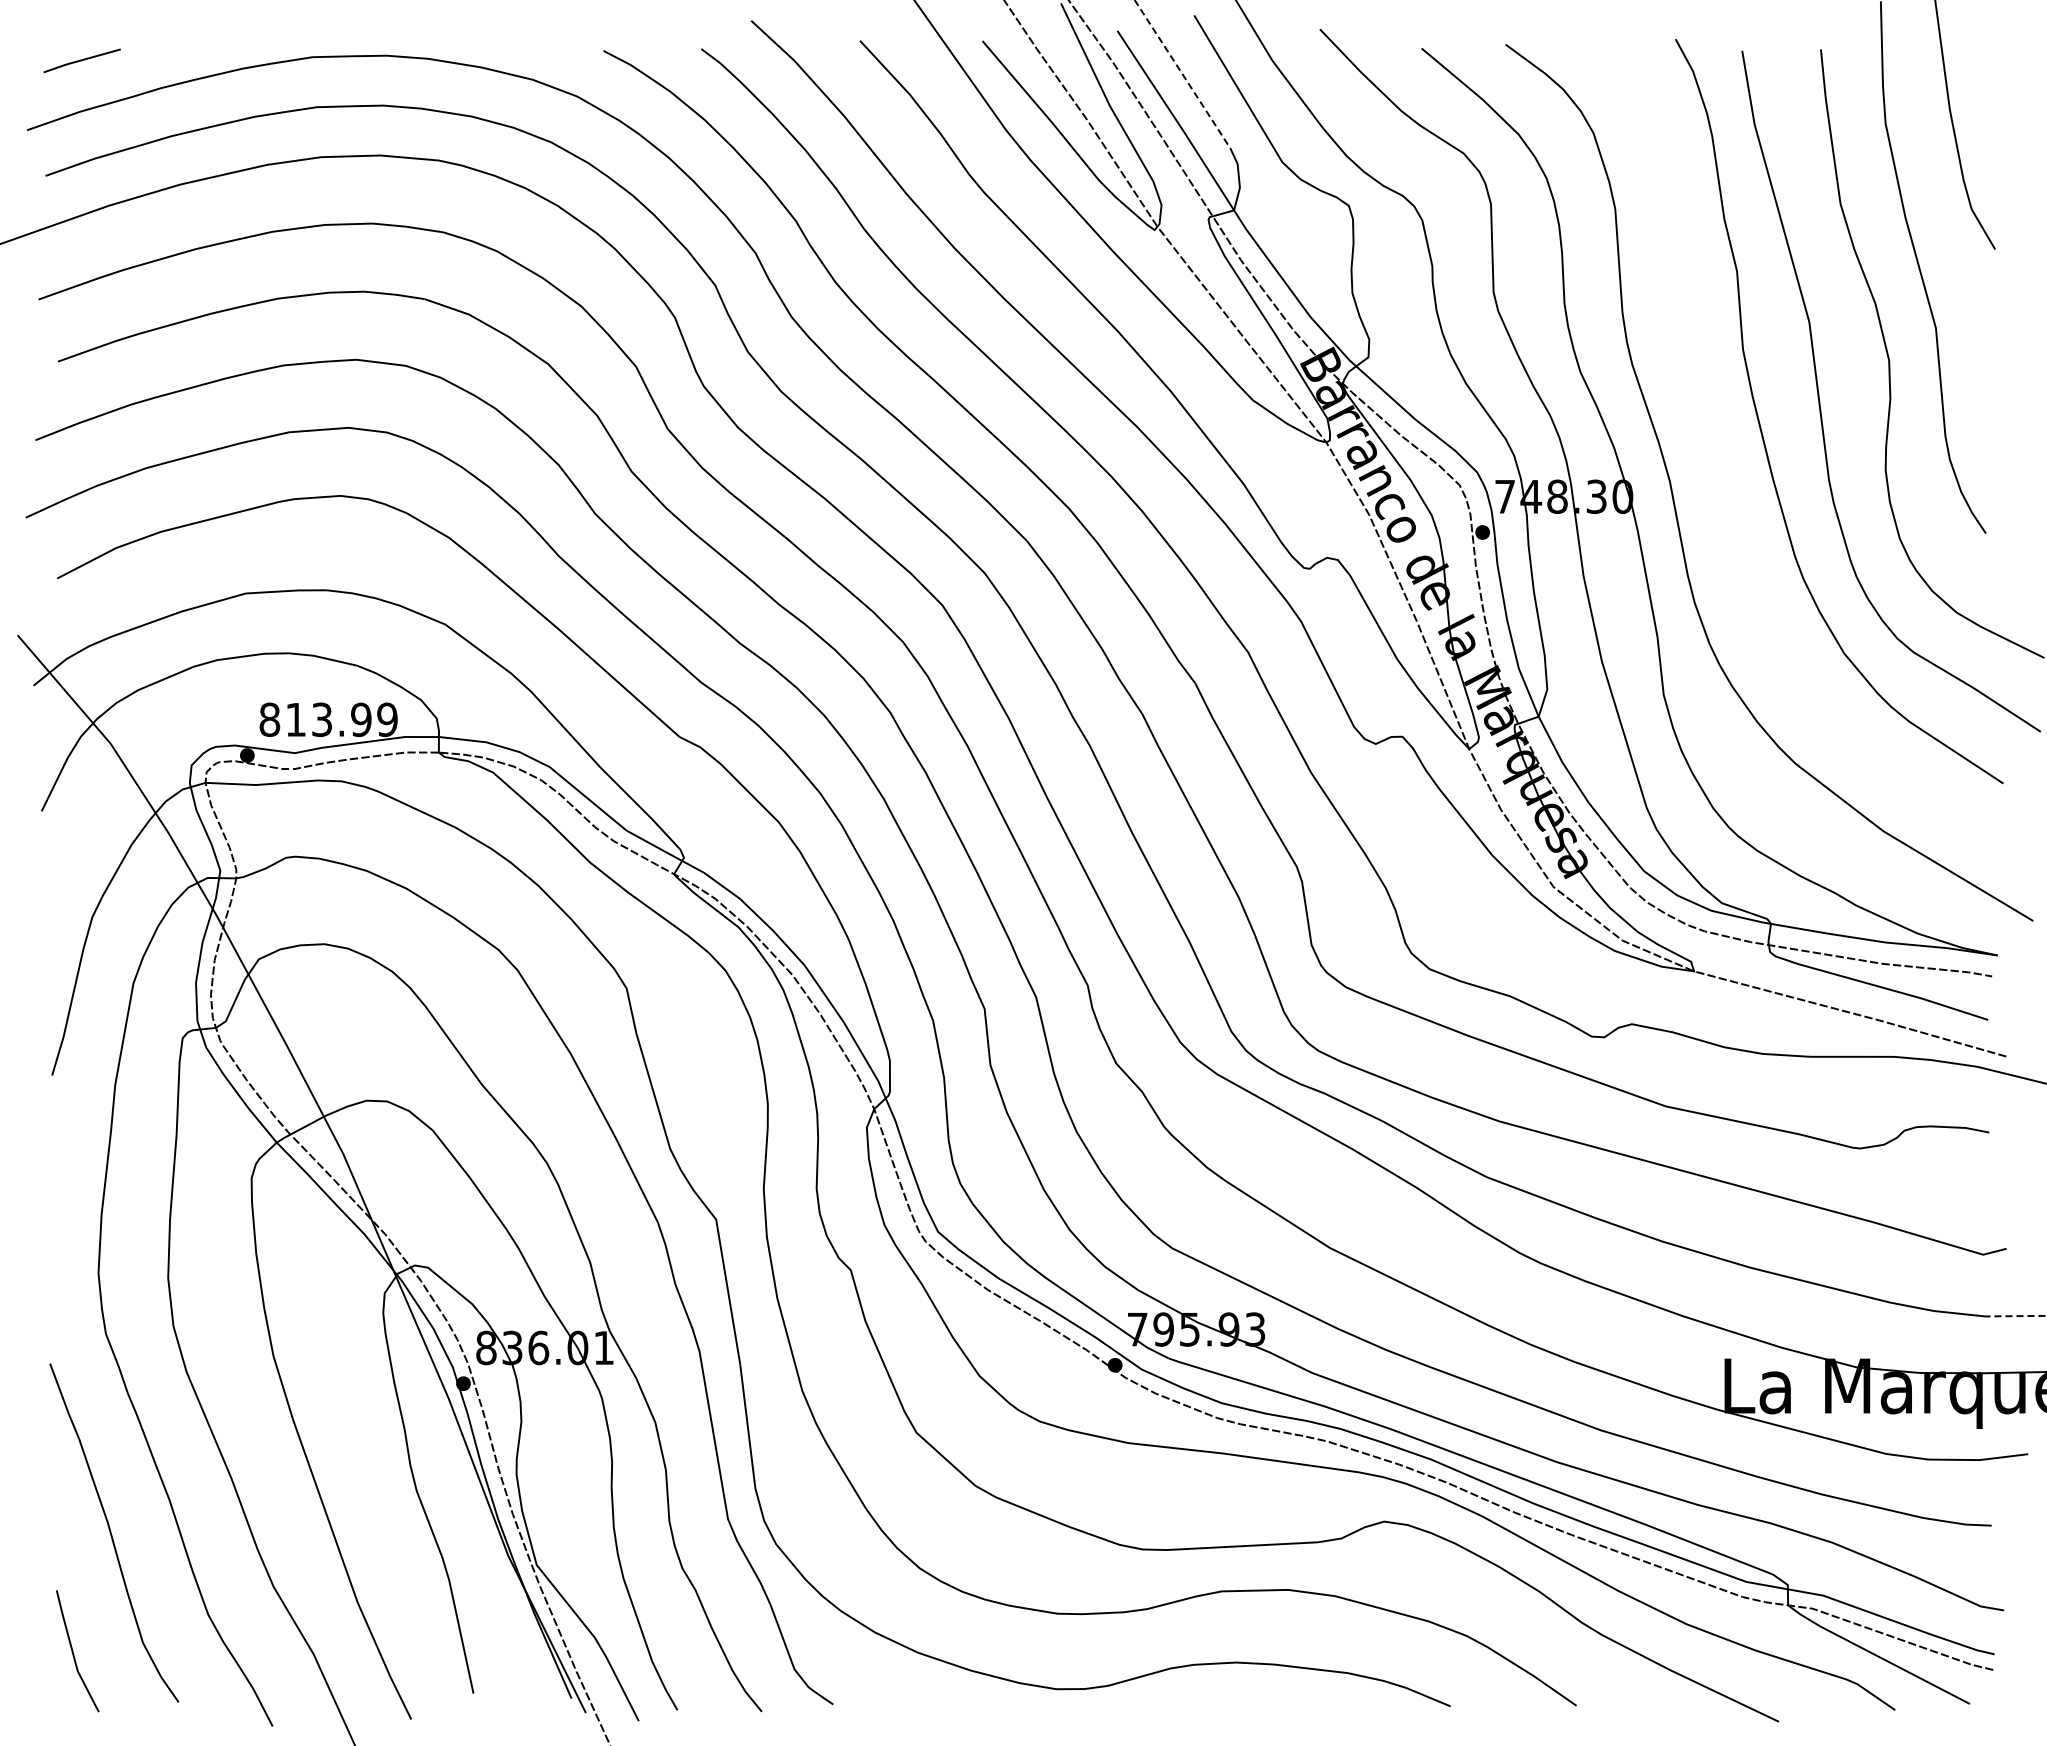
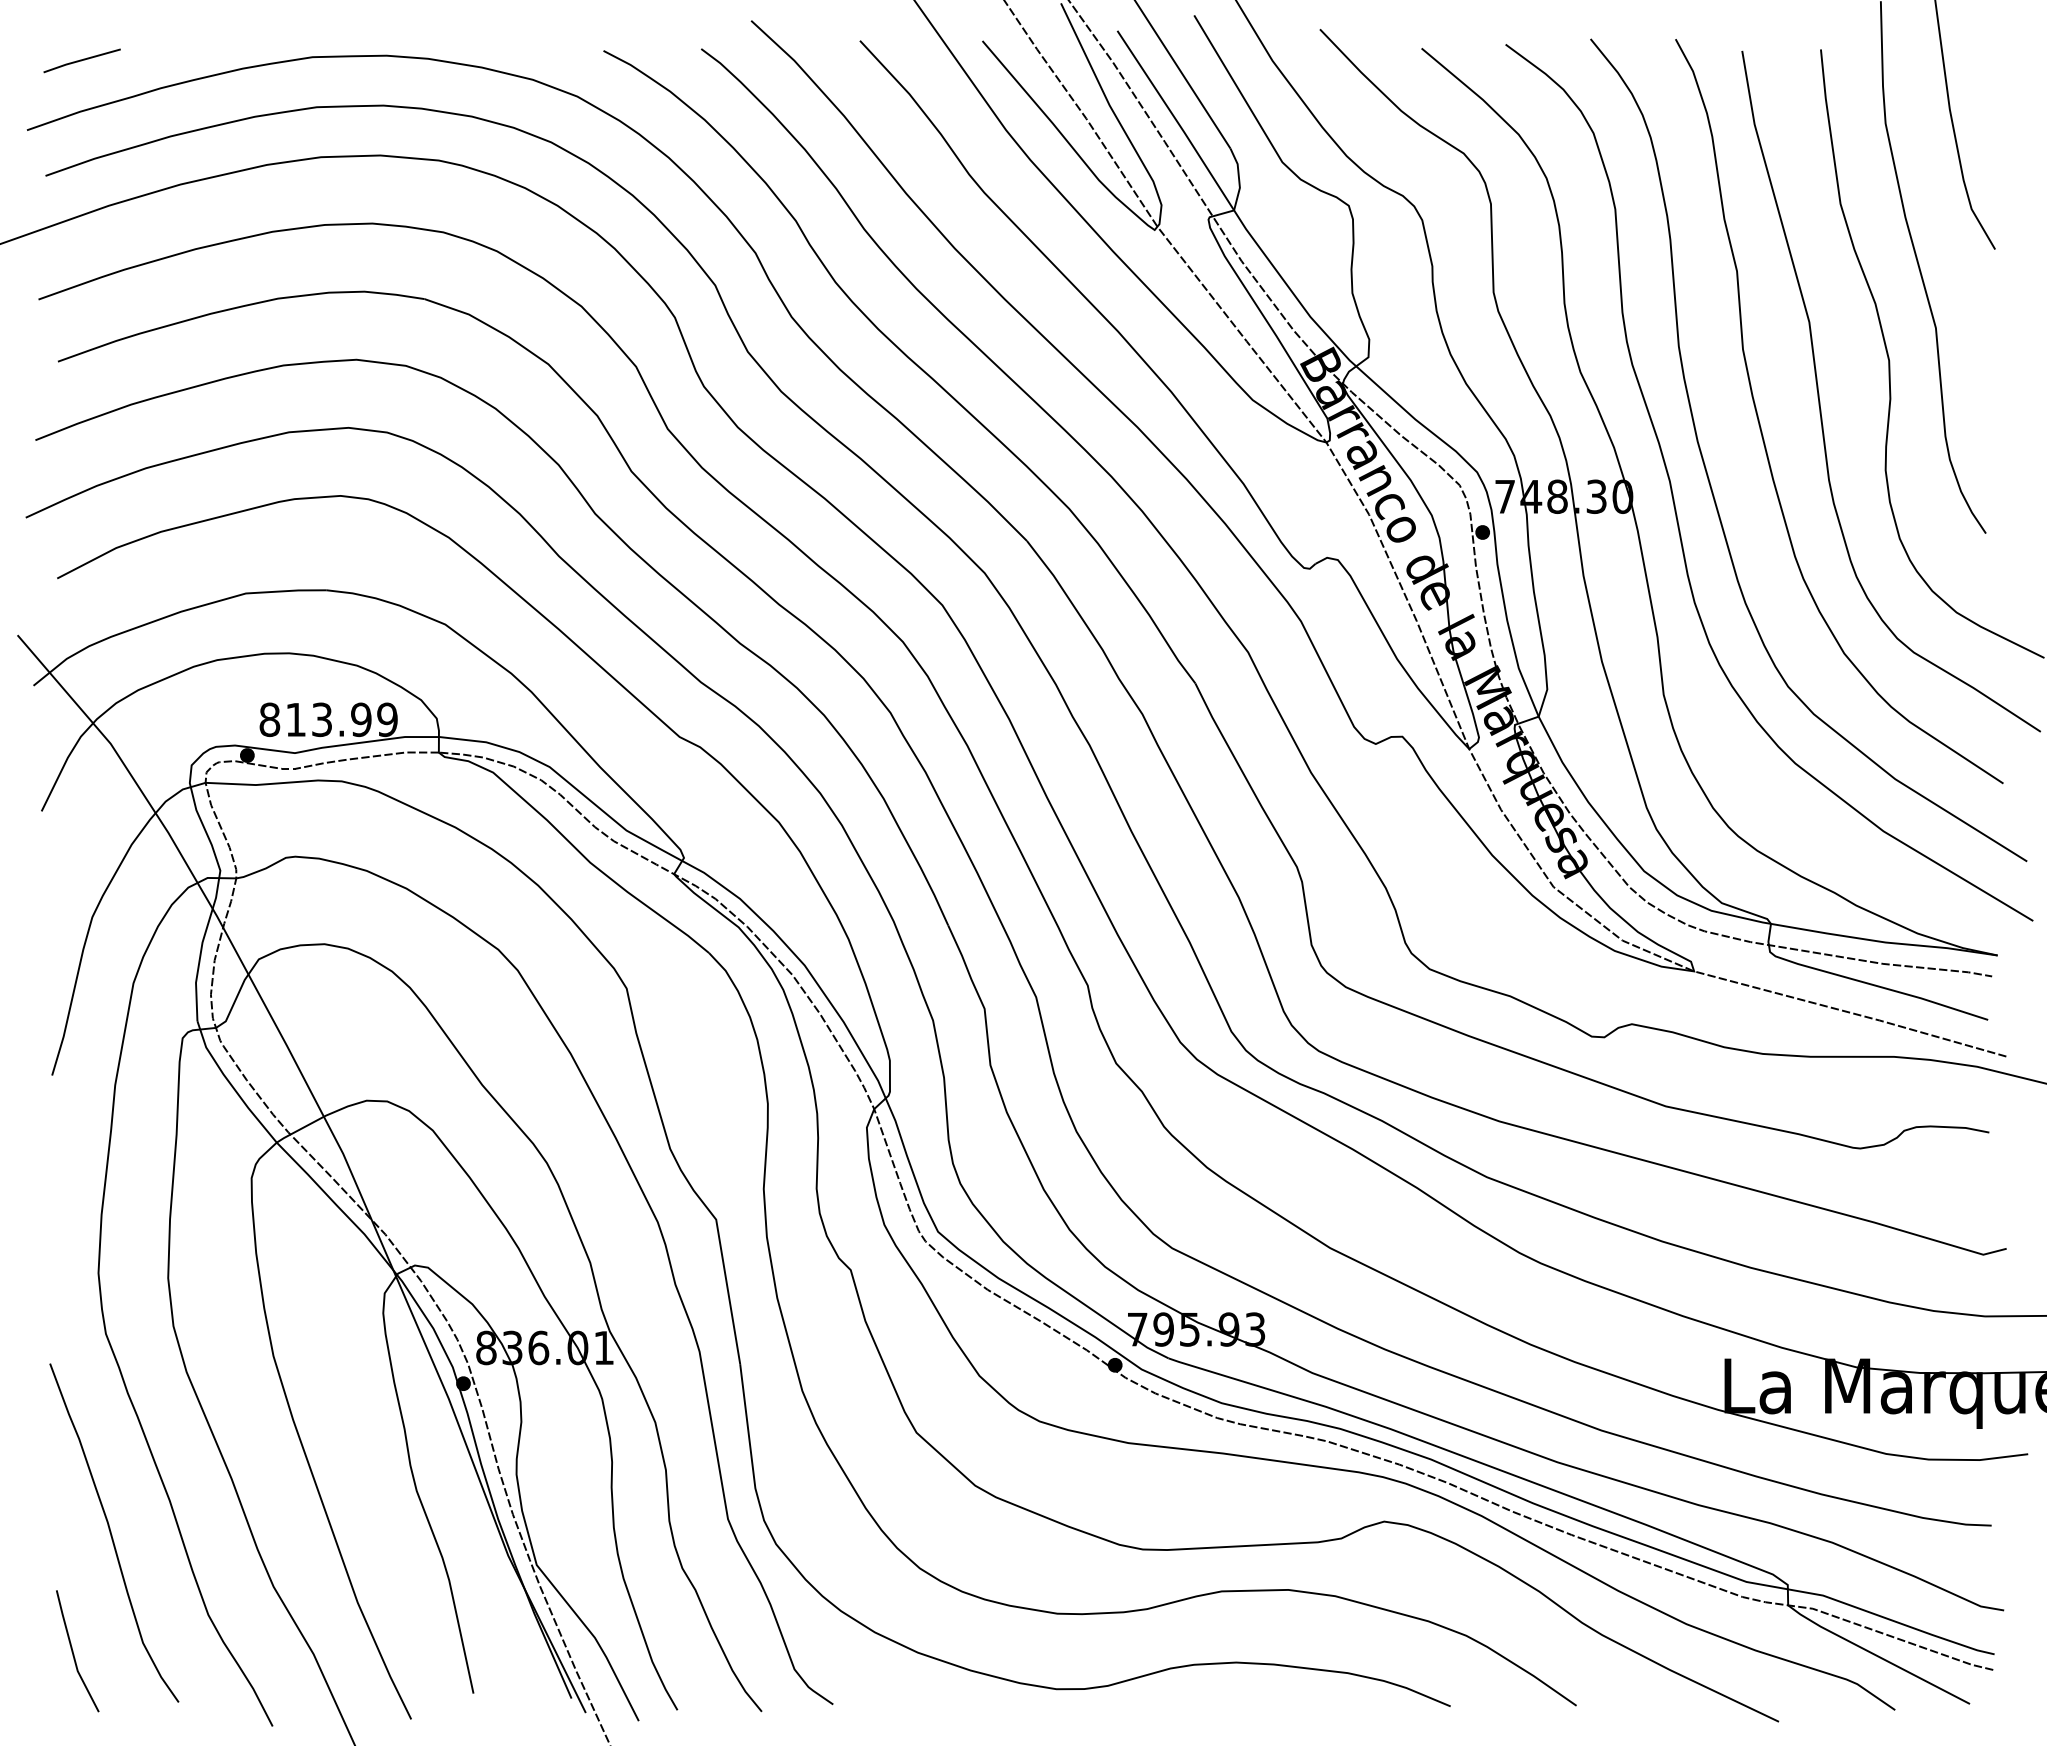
line at (1182, 74): dashed -> solid
curve at (1710, 481): none -> present
line at (2015, 1316): dashed -> solid
